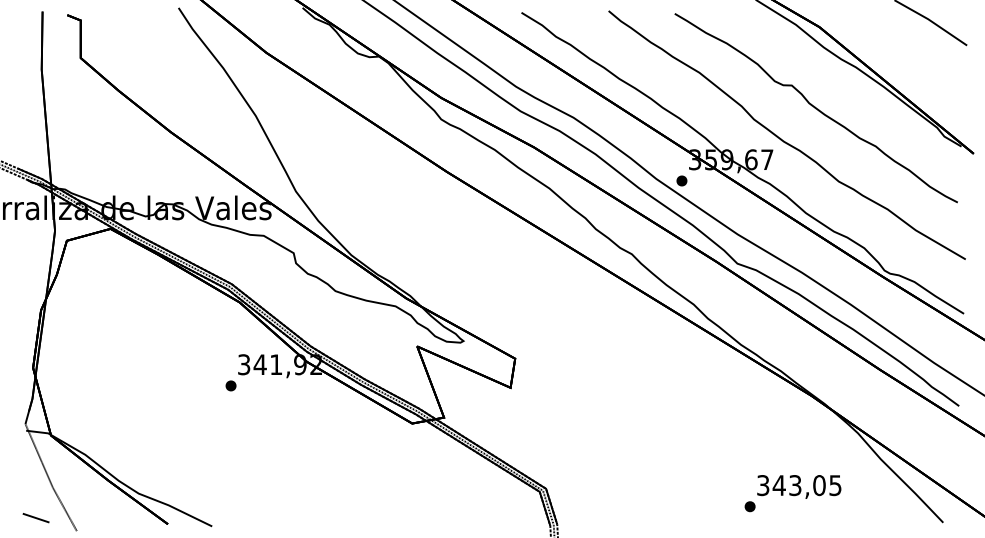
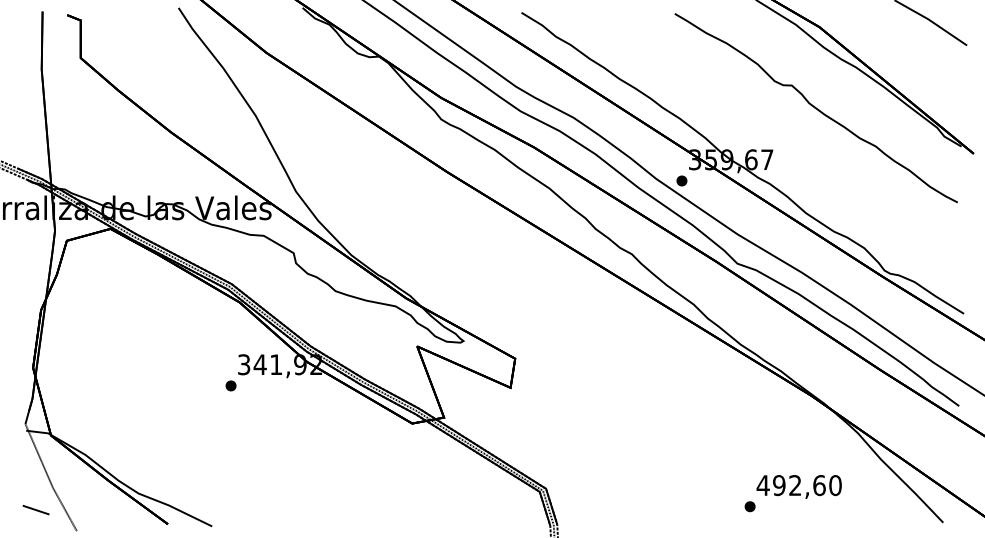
curve at (784, 140): present -> none
text at (798, 485): 343,05 -> 492,60
line at (35, 518) position: (35, 518) -> (35, 510)
